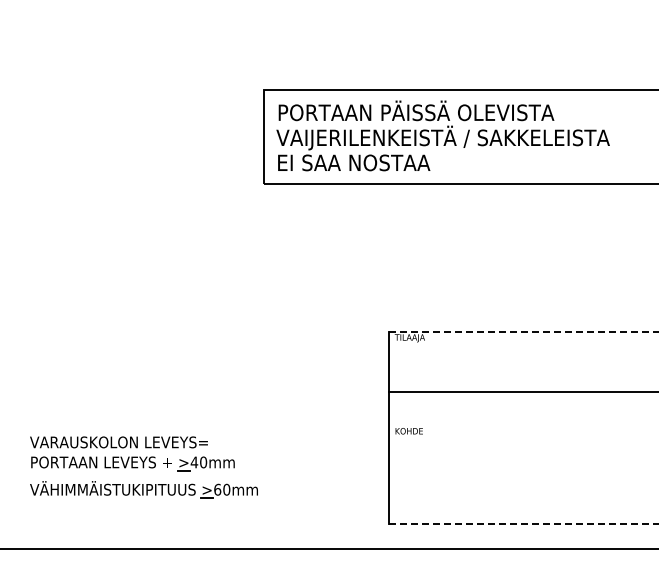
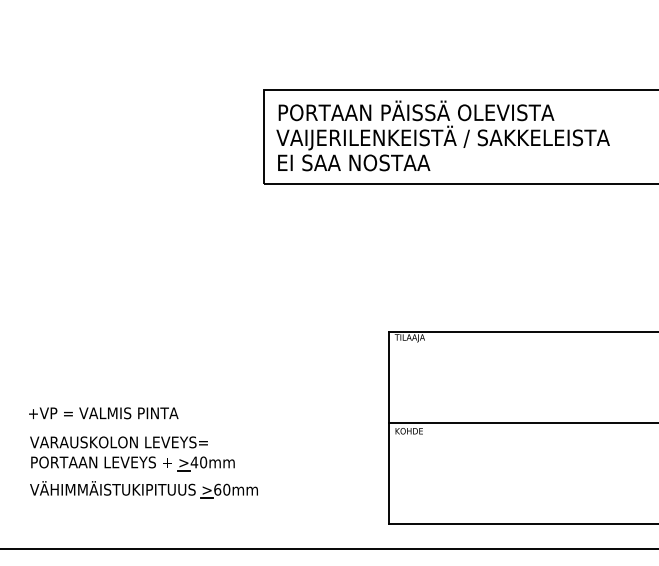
line at (523, 331): dashed -> solid
line at (521, 391) position: (521, 391) -> (521, 422)
part at (143, 452): none -> present
line at (523, 523): dashed -> solid
